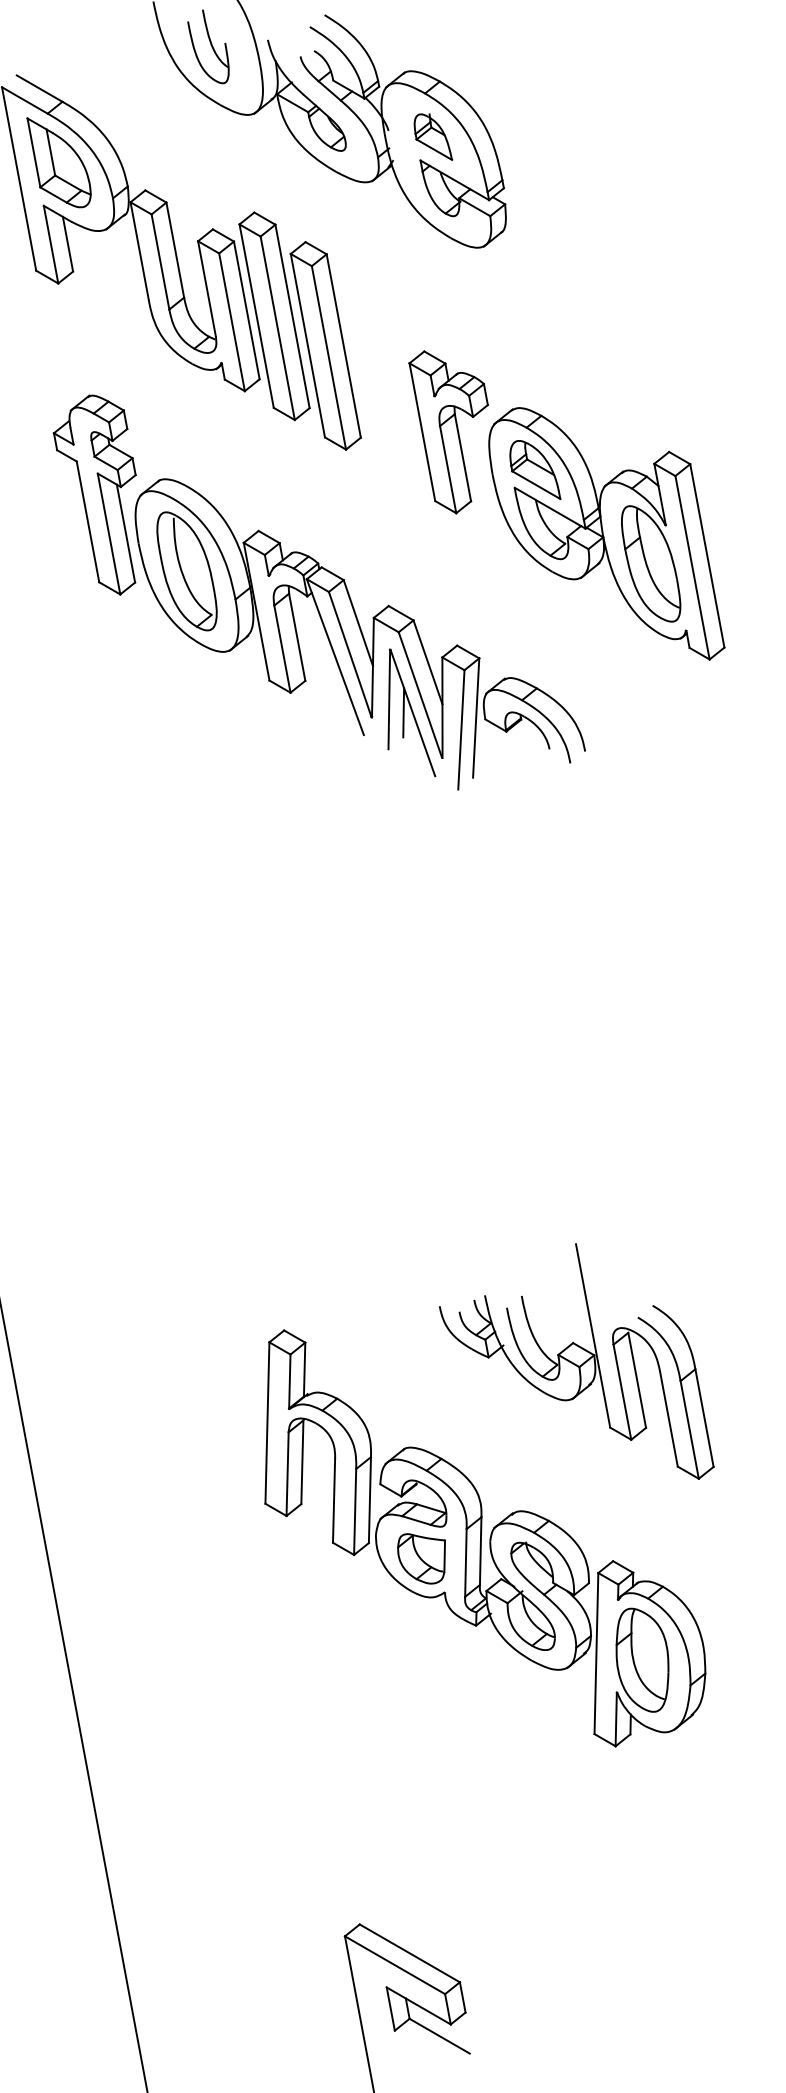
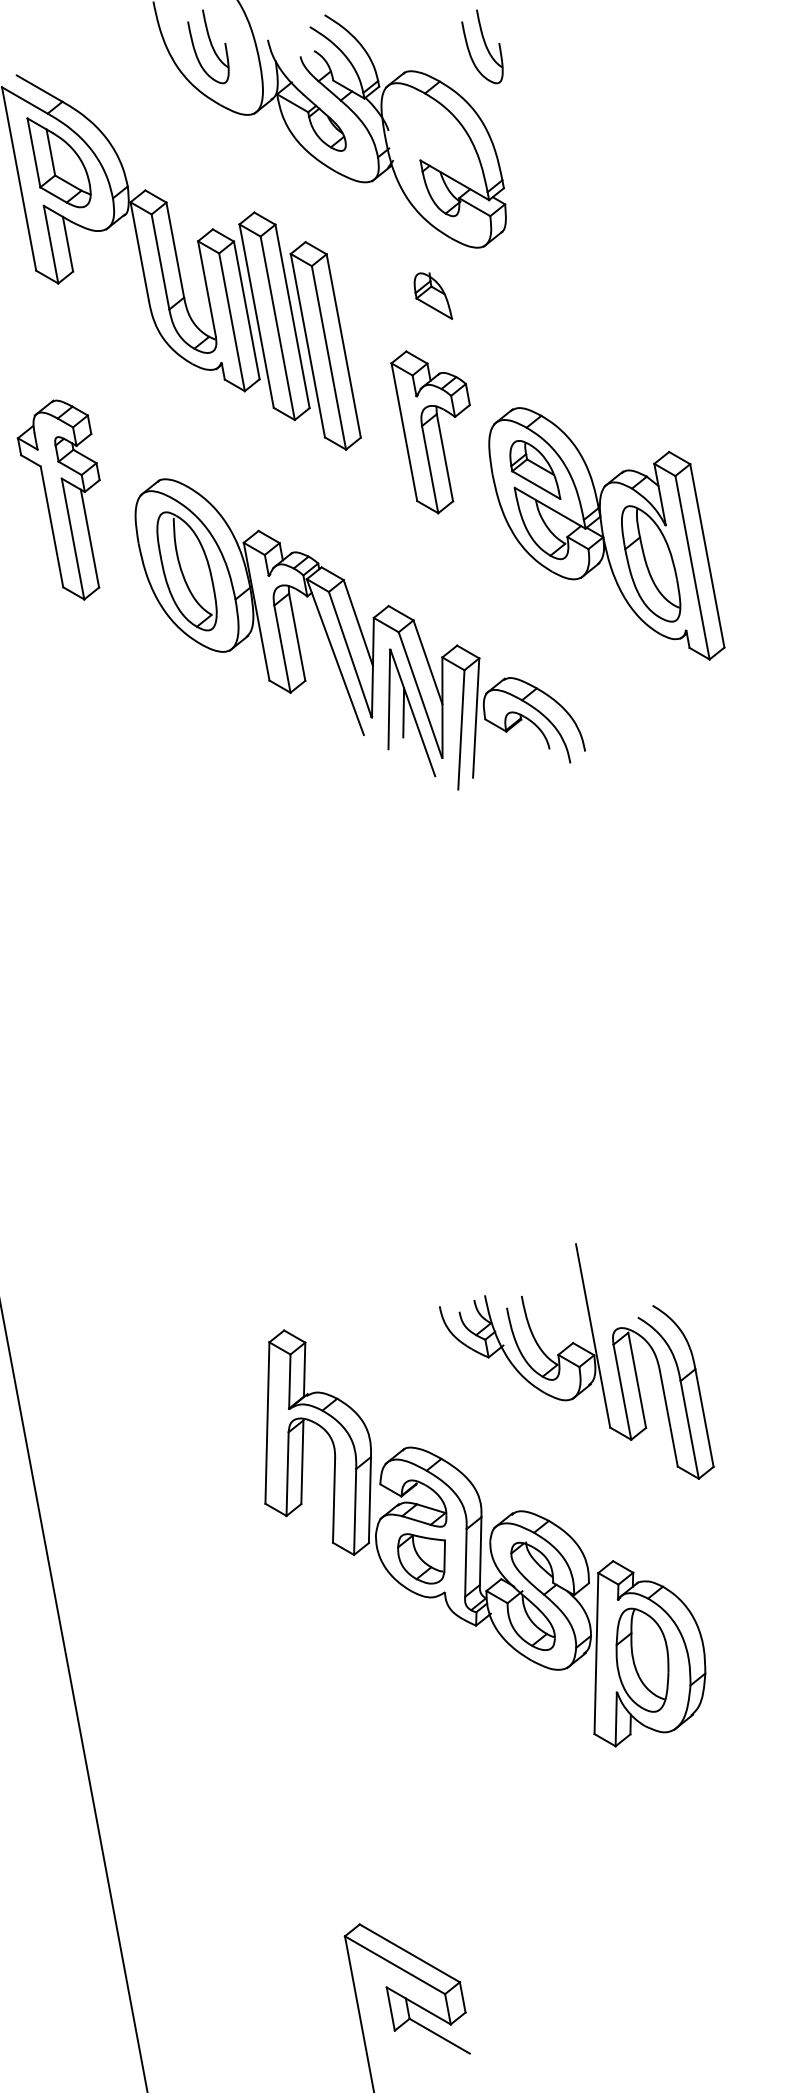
part at (482, 46): none -> present
part at (433, 136) position: (433, 136) -> (433, 295)
part at (448, 432) position: (448, 432) -> (430, 432)
part at (94, 494) position: (94, 494) -> (58, 499)
